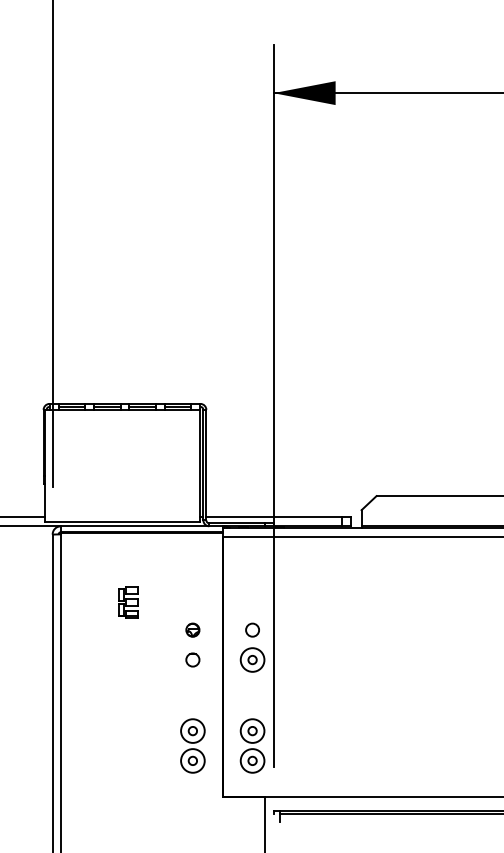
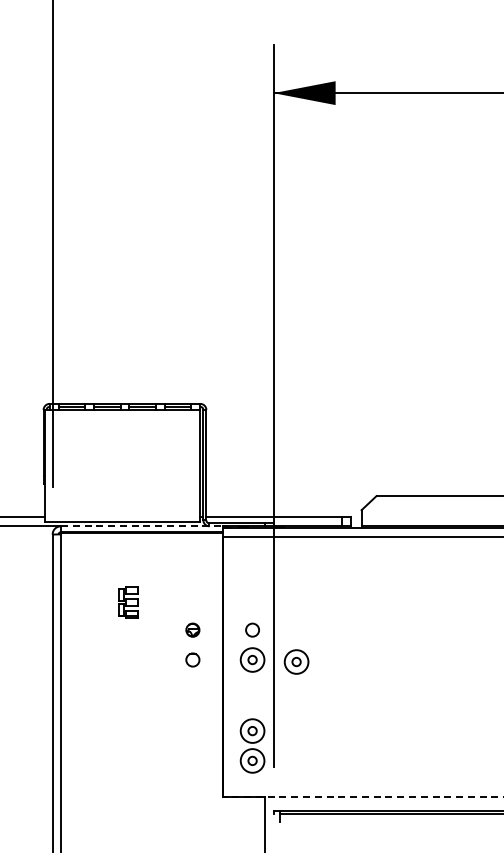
line at (141, 526): solid -> dashed
part at (296, 661): none -> present
part at (192, 745): present -> none
line at (362, 796): solid -> dashed
